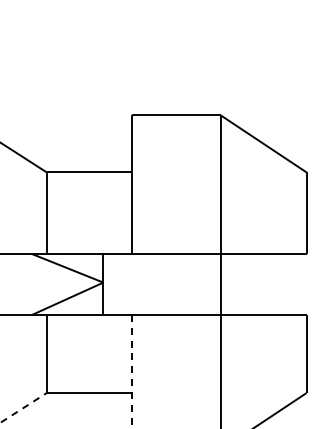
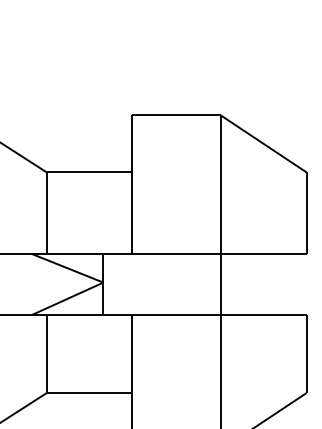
line at (131, 371): dashed -> solid
line at (24, 407): dashed -> solid
